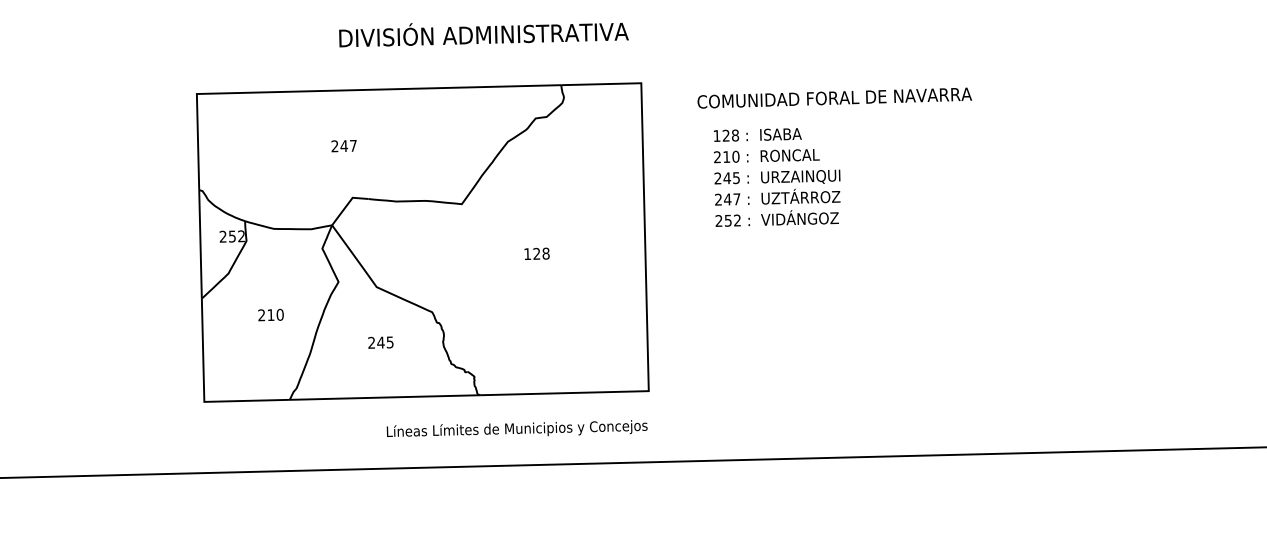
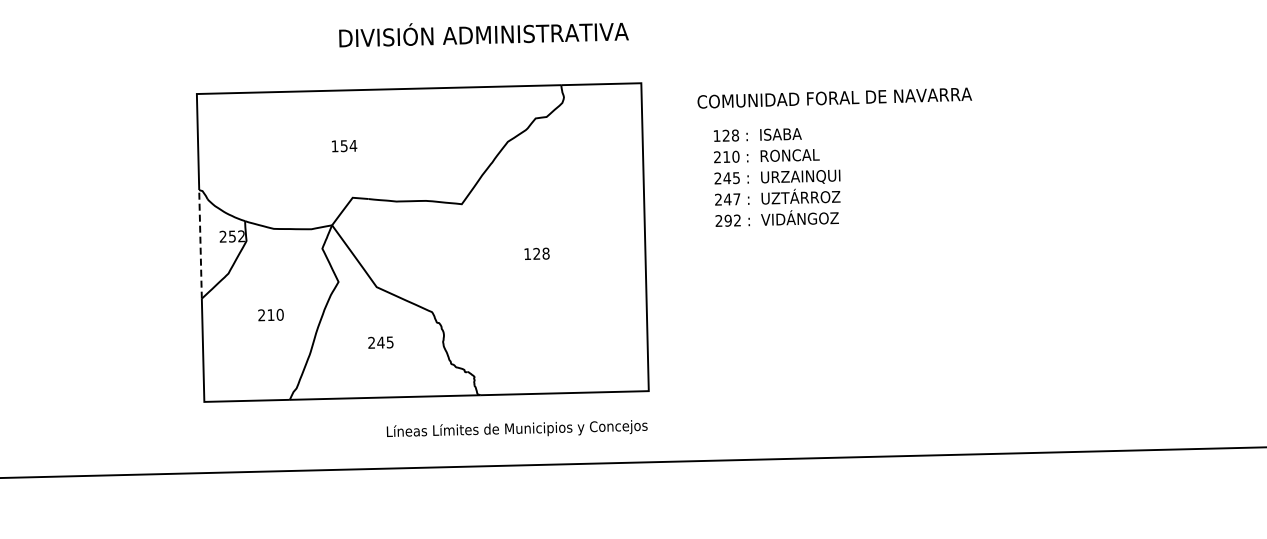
text at (344, 146): 247 -> 154
text at (727, 220): 252 -> 292
line at (200, 243): solid -> dashed
